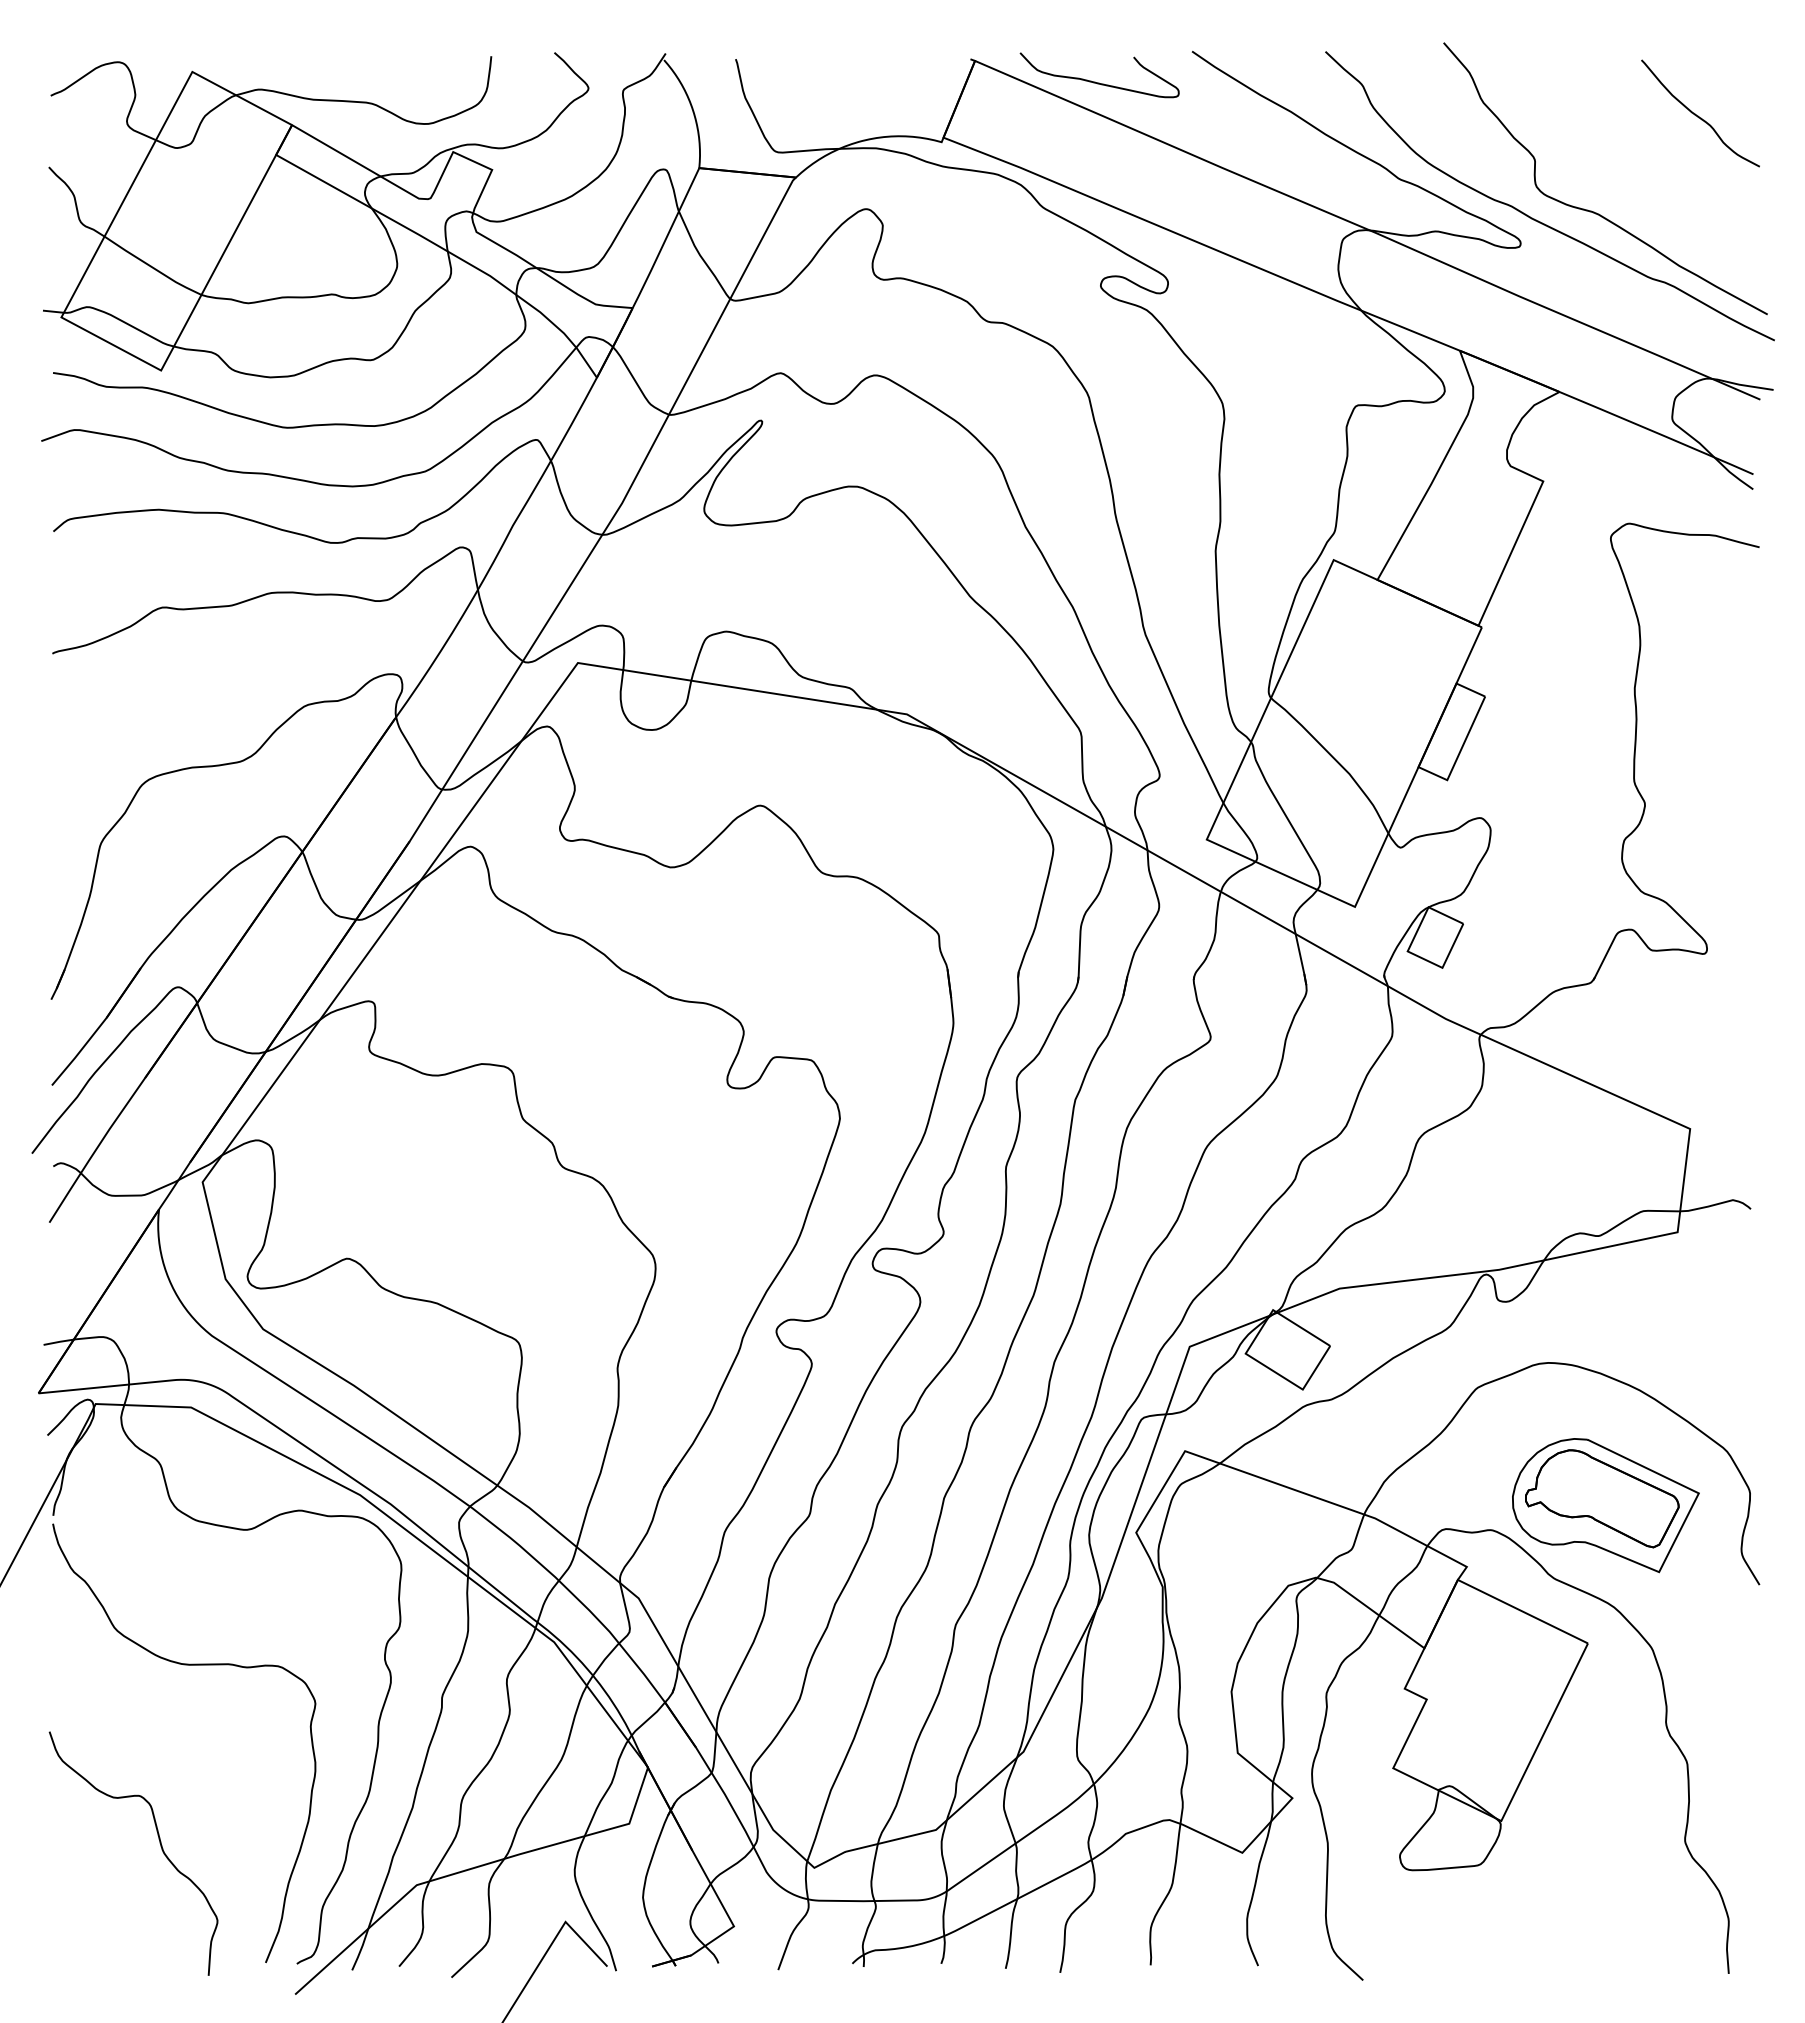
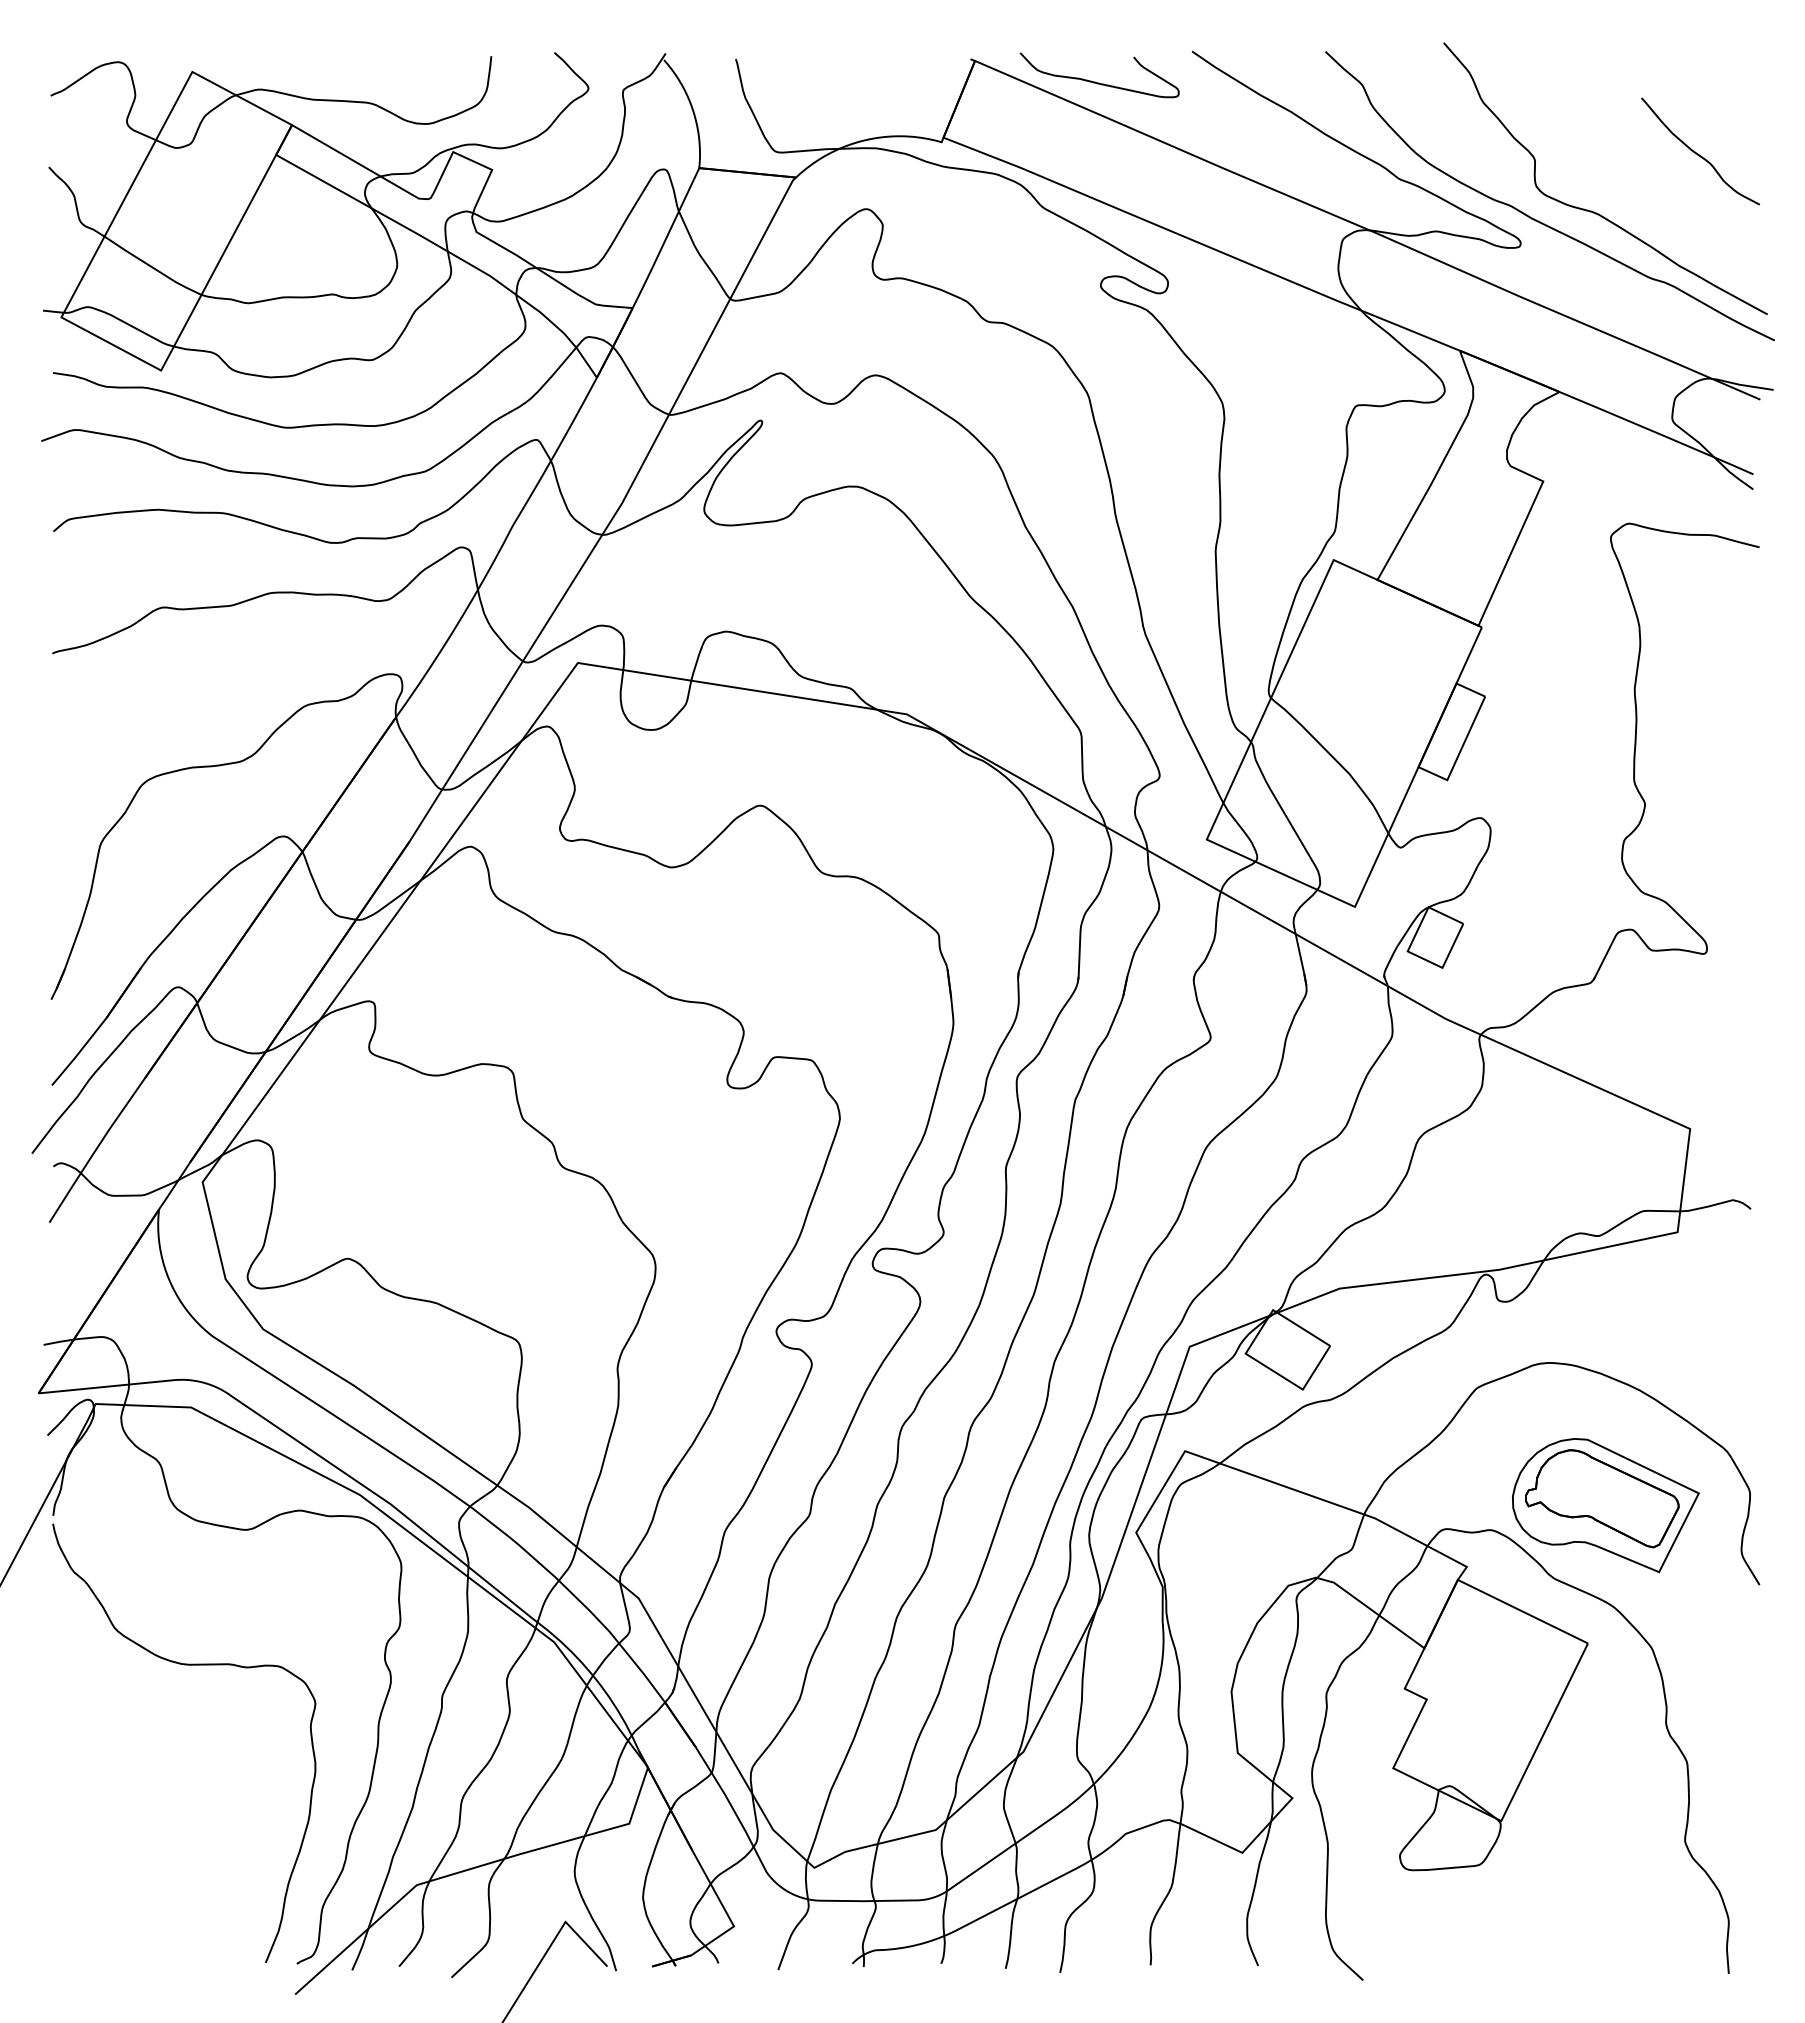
curve at (1698, 115) position: (1698, 115) -> (1698, 153)
curve at (159, 1843): present -> none
